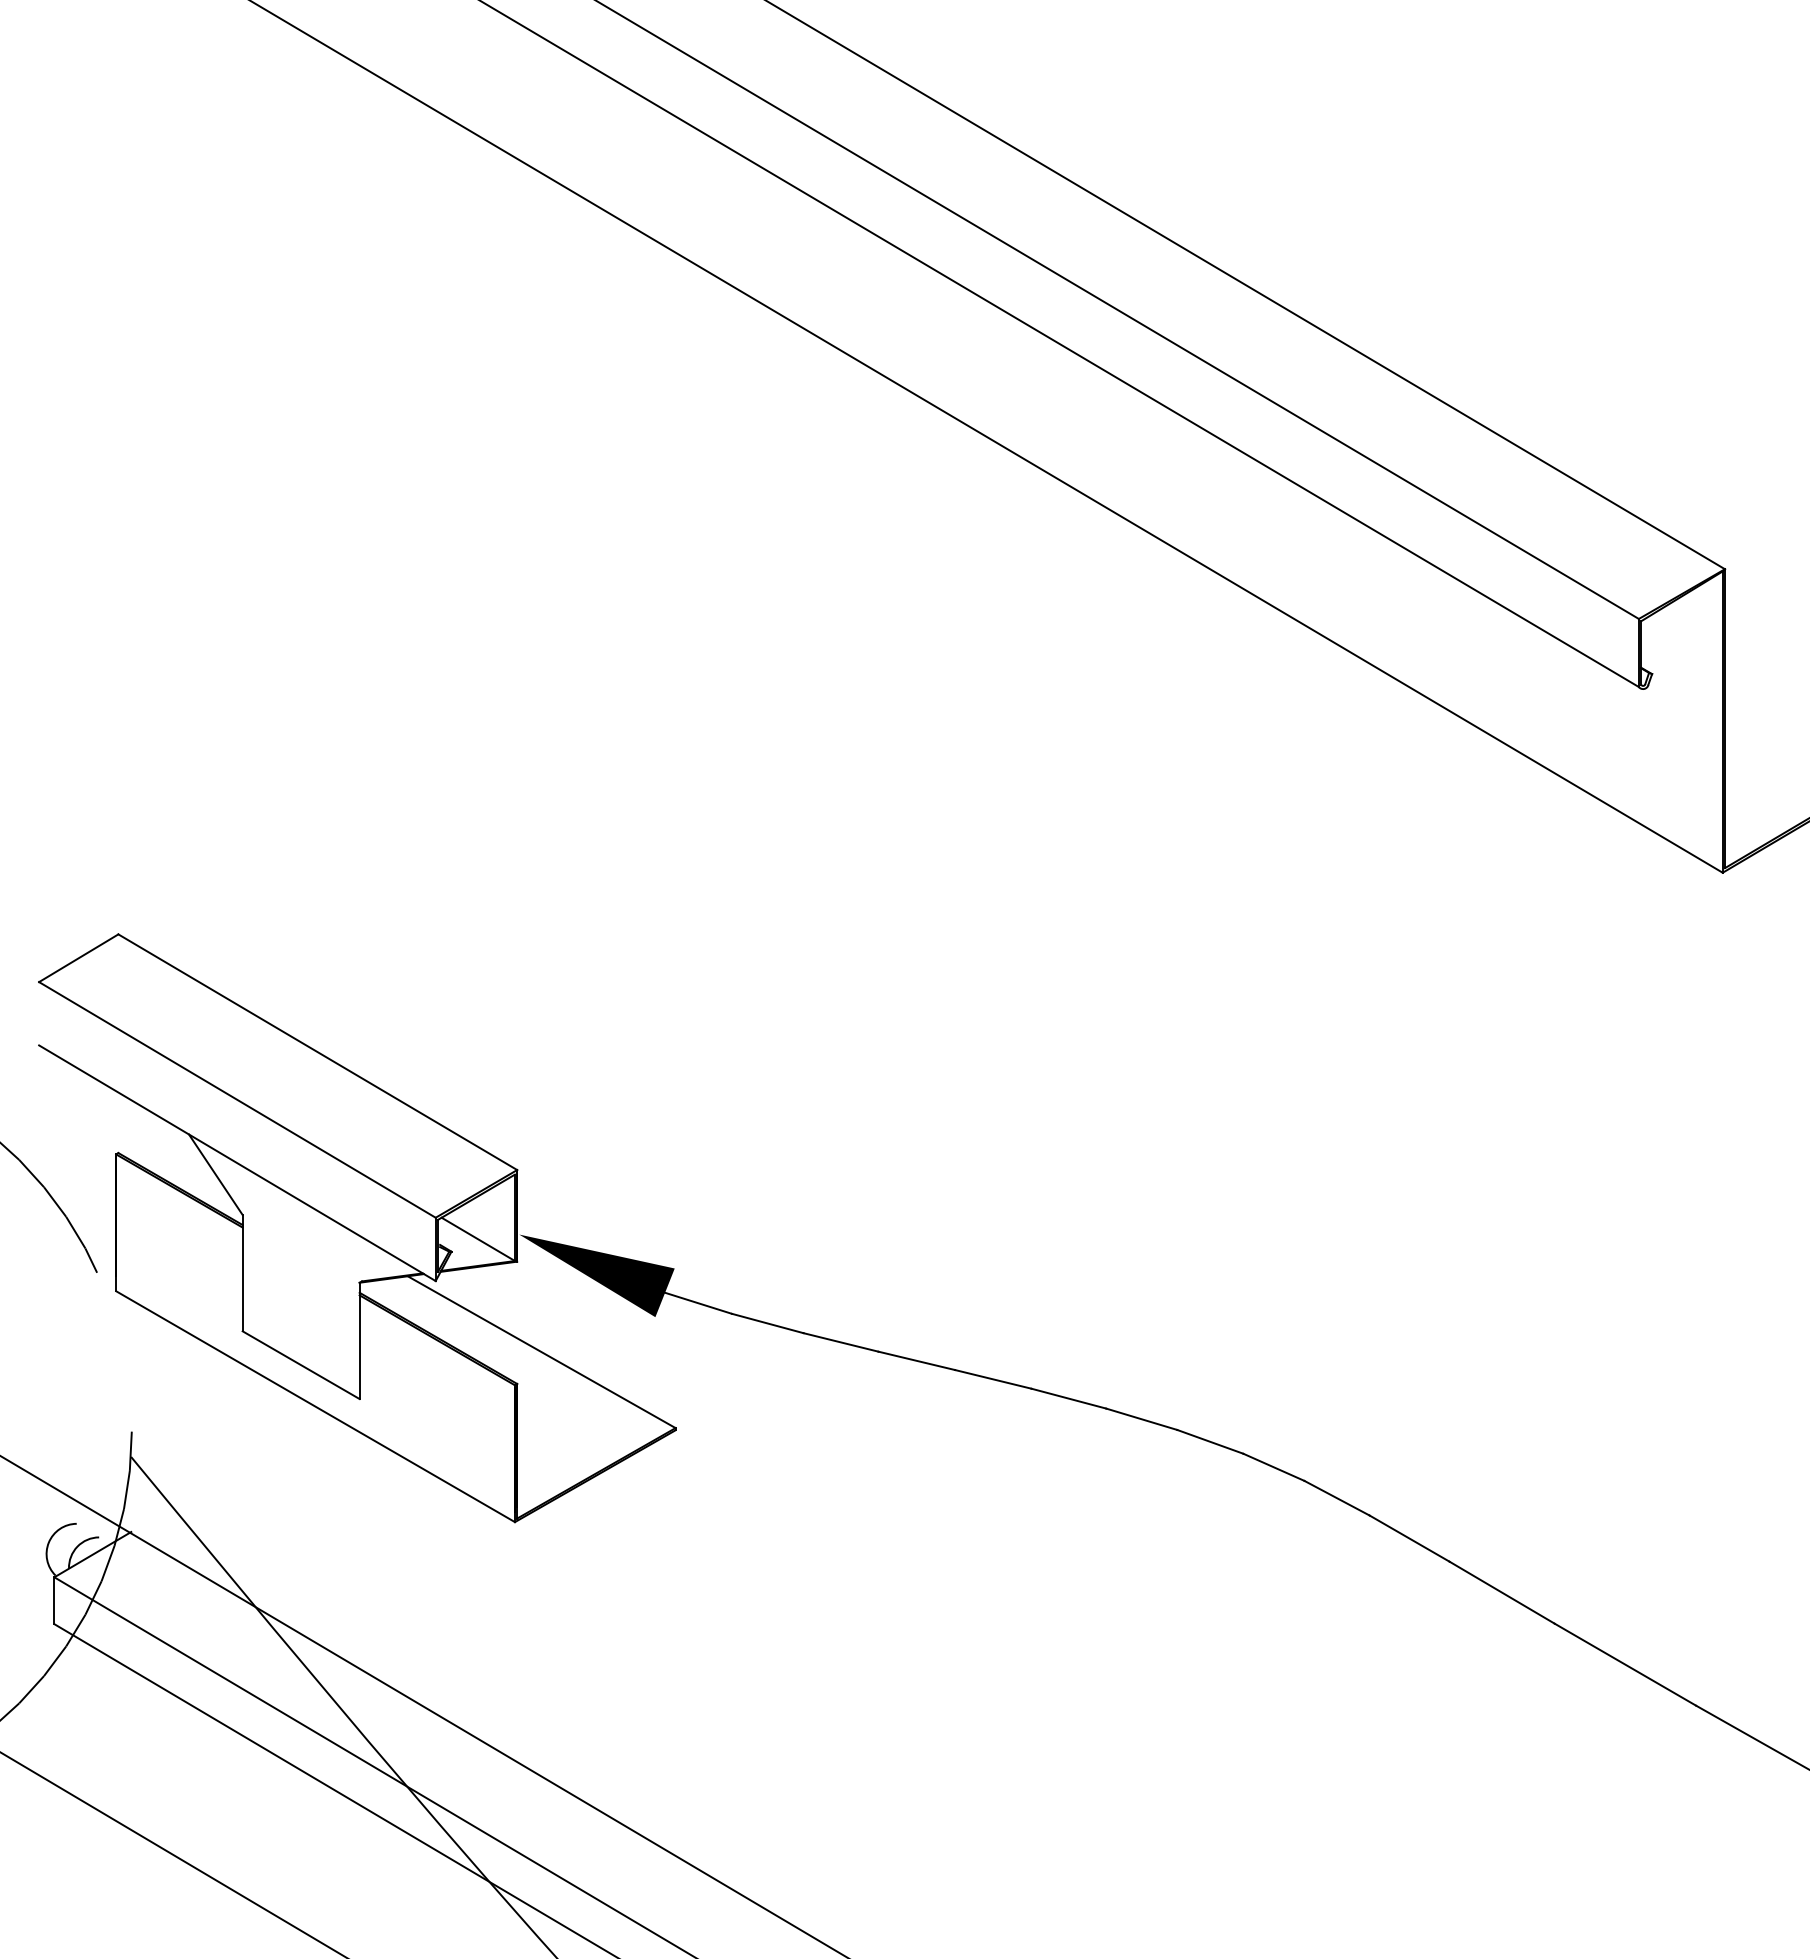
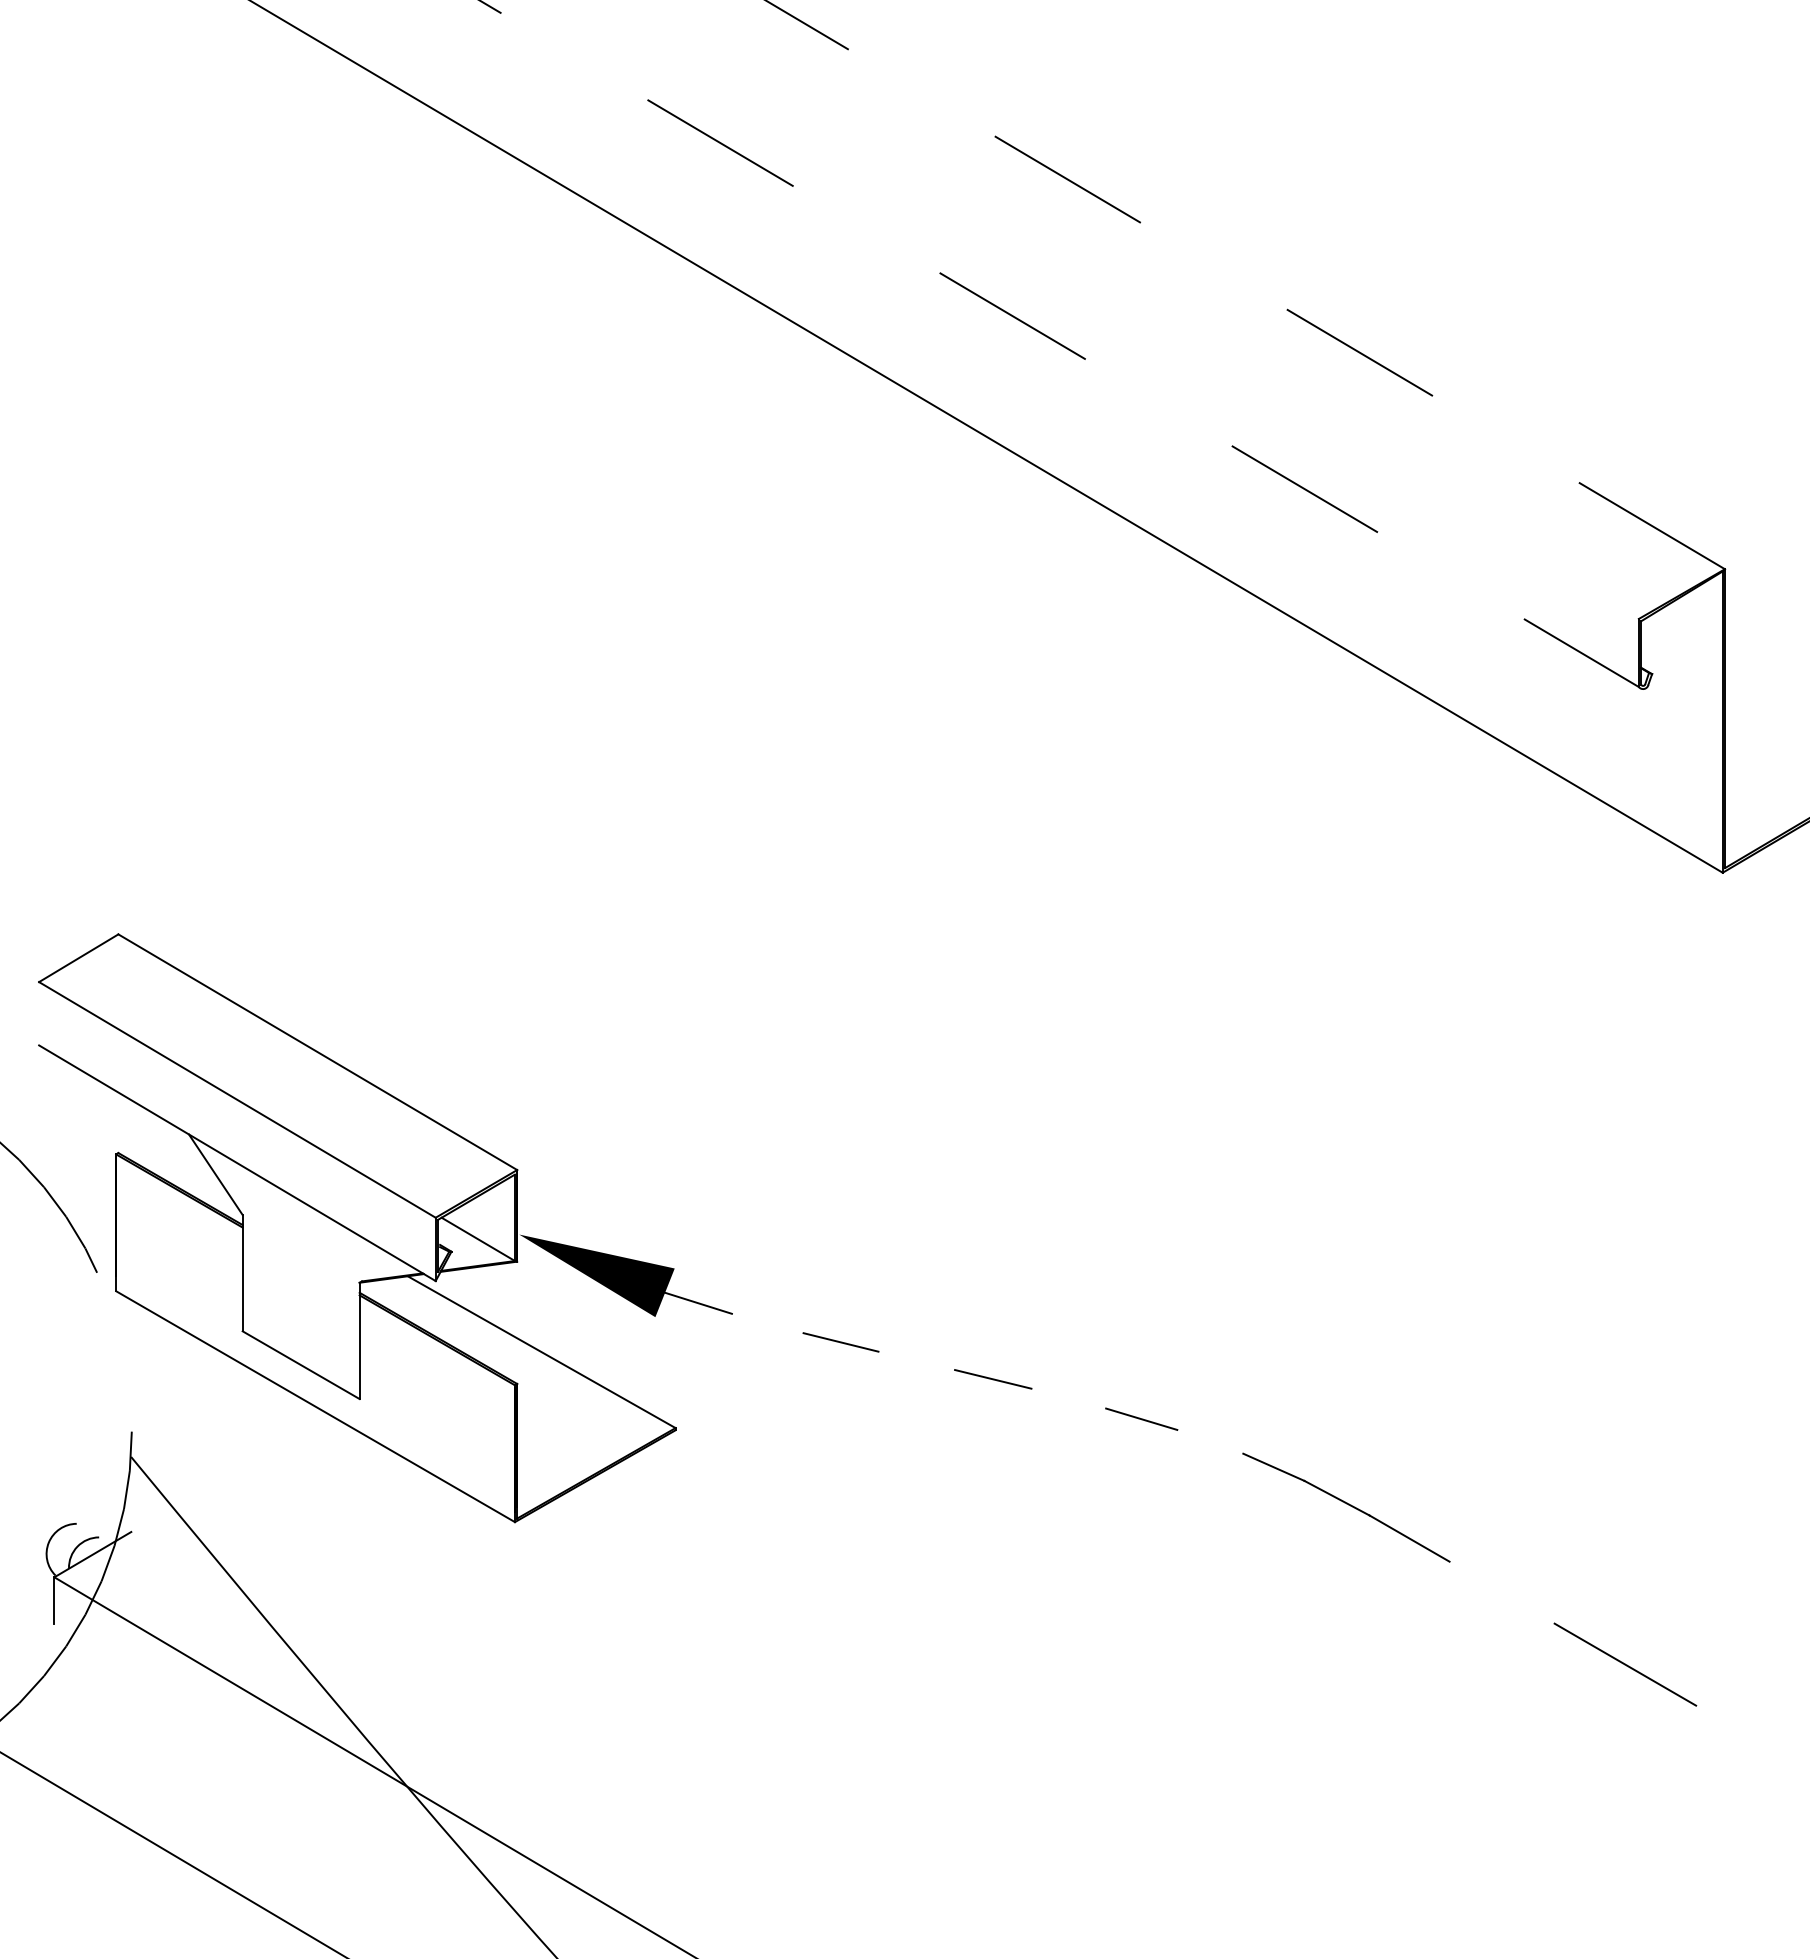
line at (1245, 284): solid -> dashed
line at (1118, 310): present -> none
line at (1059, 343): solid -> dashed
line at (767, 1323): present -> none
line at (916, 1360): present -> none
line at (1068, 1398): present -> none
line at (1210, 1441): present -> none
line at (1501, 1592): present -> none
line at (423, 1706): present -> none
line at (1751, 1736): present -> none
line at (333, 1789): present -> none
